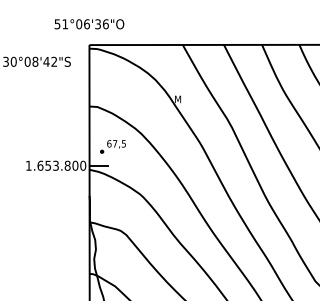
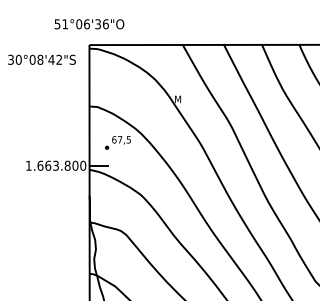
text at (36, 61) position: (36, 61) -> (41, 59)
part at (112, 146) position: (112, 146) -> (117, 142)
text at (48, 165): 1.653.800 -> 1.663.800
